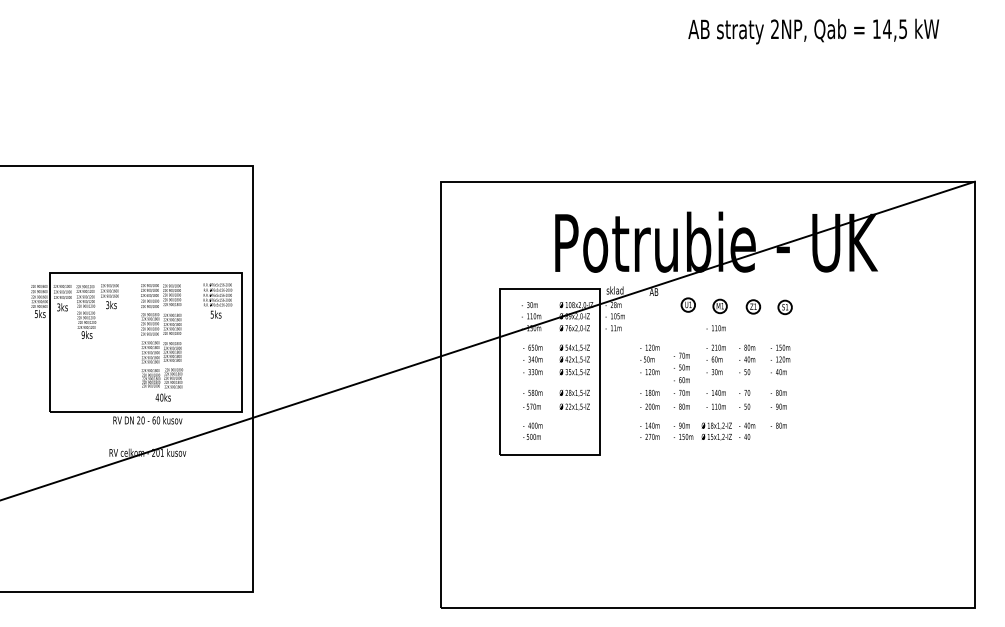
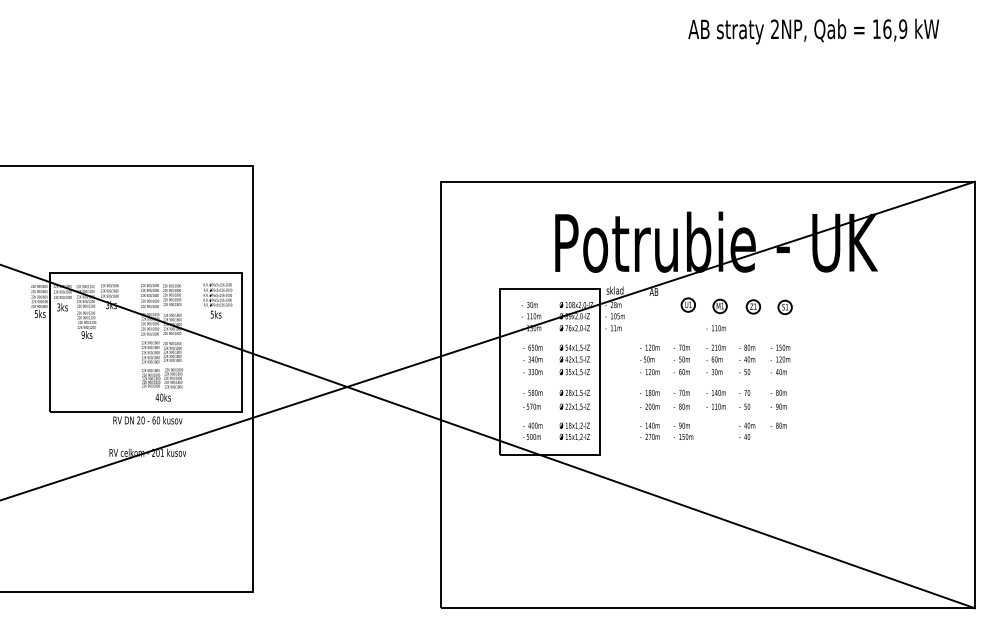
text at (895, 29): 14,5 -> 16,9
text at (681, 367) position: (681, 367) -> (681, 359)
text at (716, 431) position: (716, 431) -> (574, 431)
line at (488, 436): none -> present
